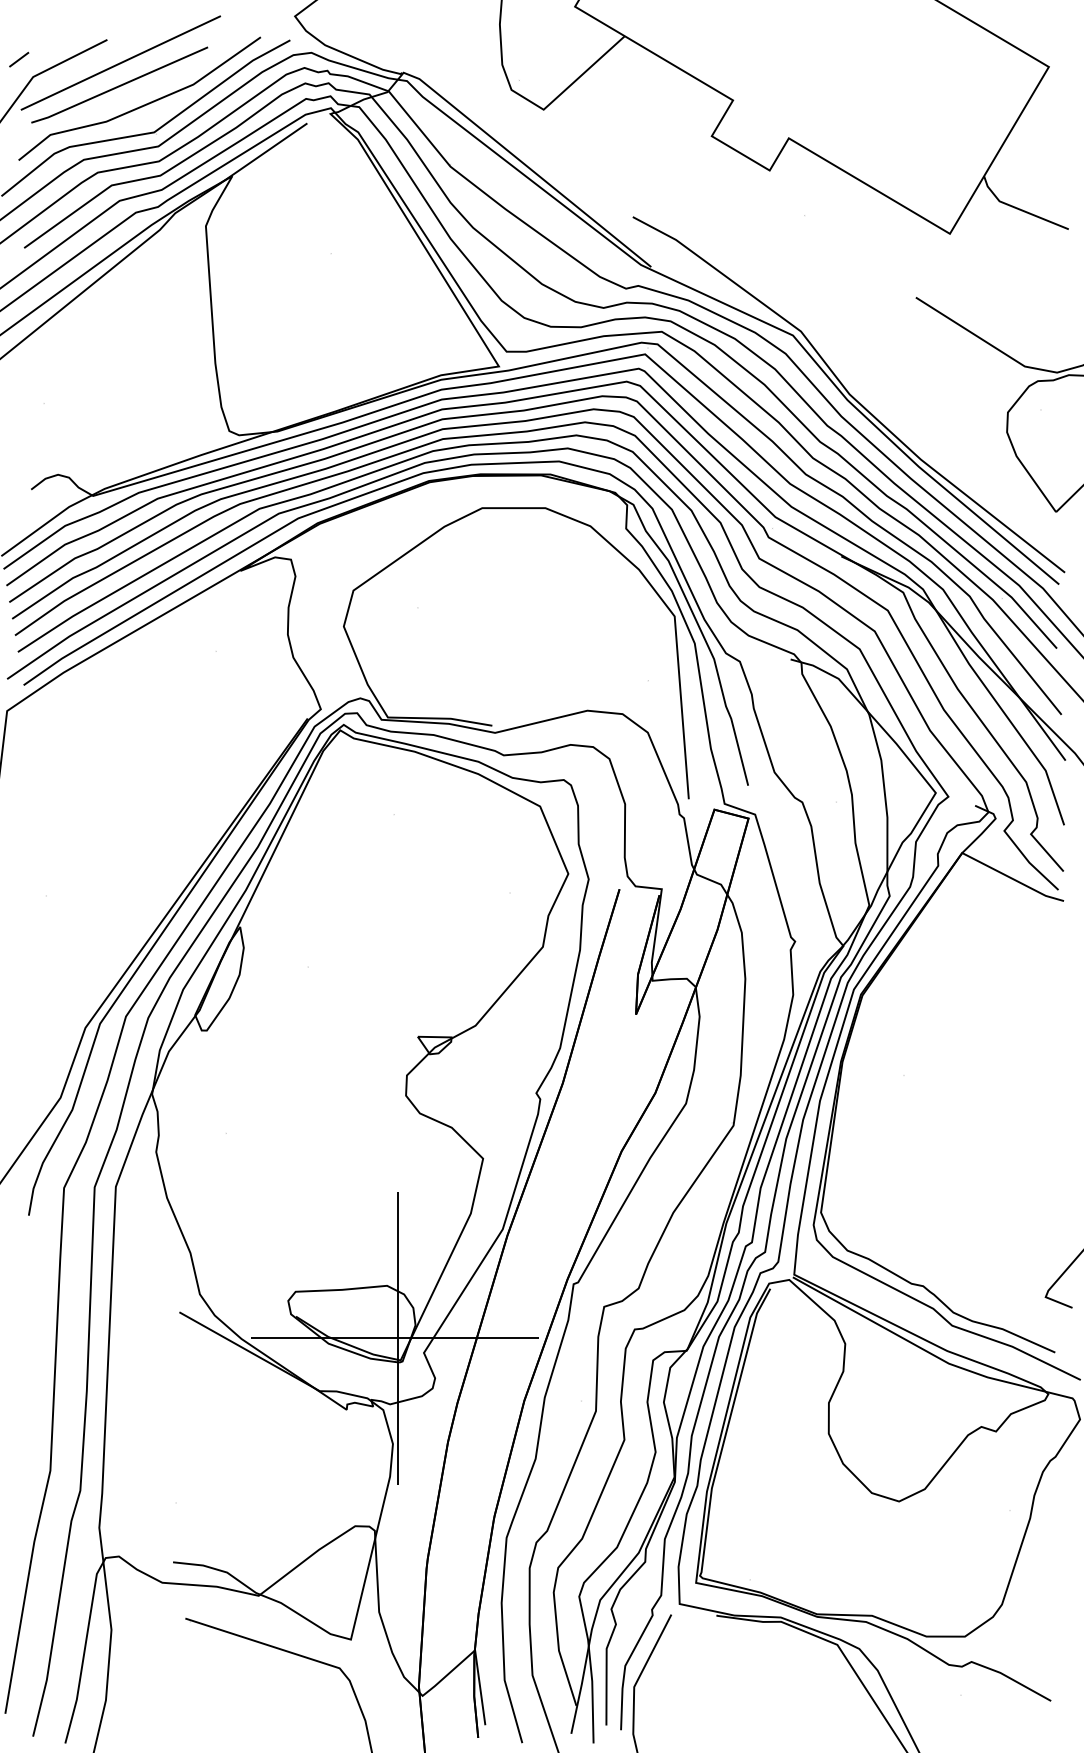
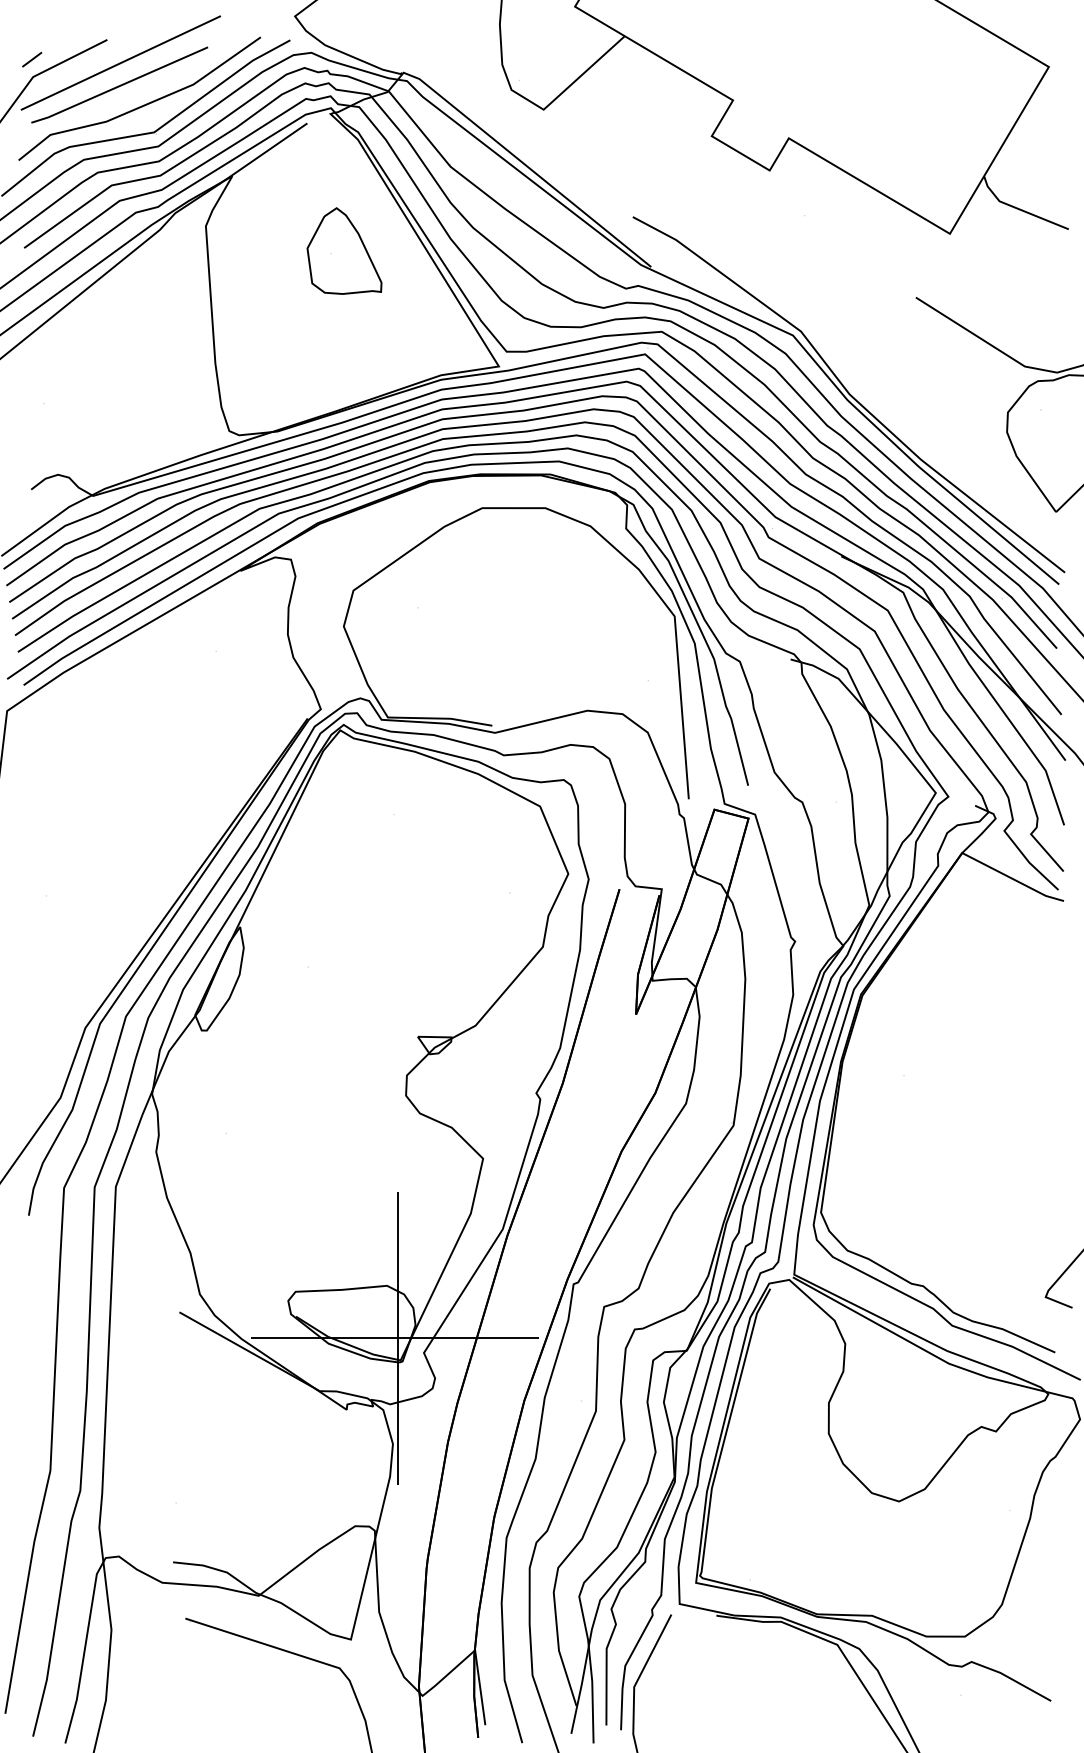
line at (19, 59) position: (19, 59) -> (32, 59)
part at (344, 250): none -> present
